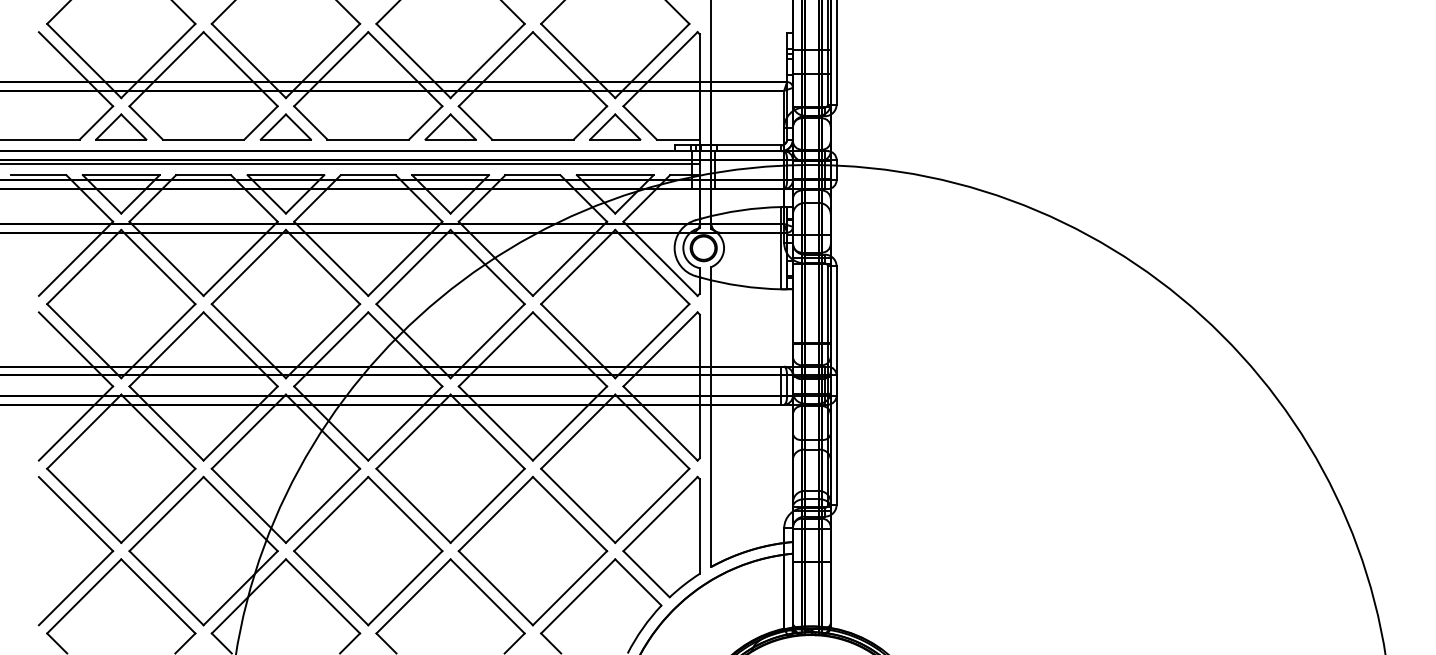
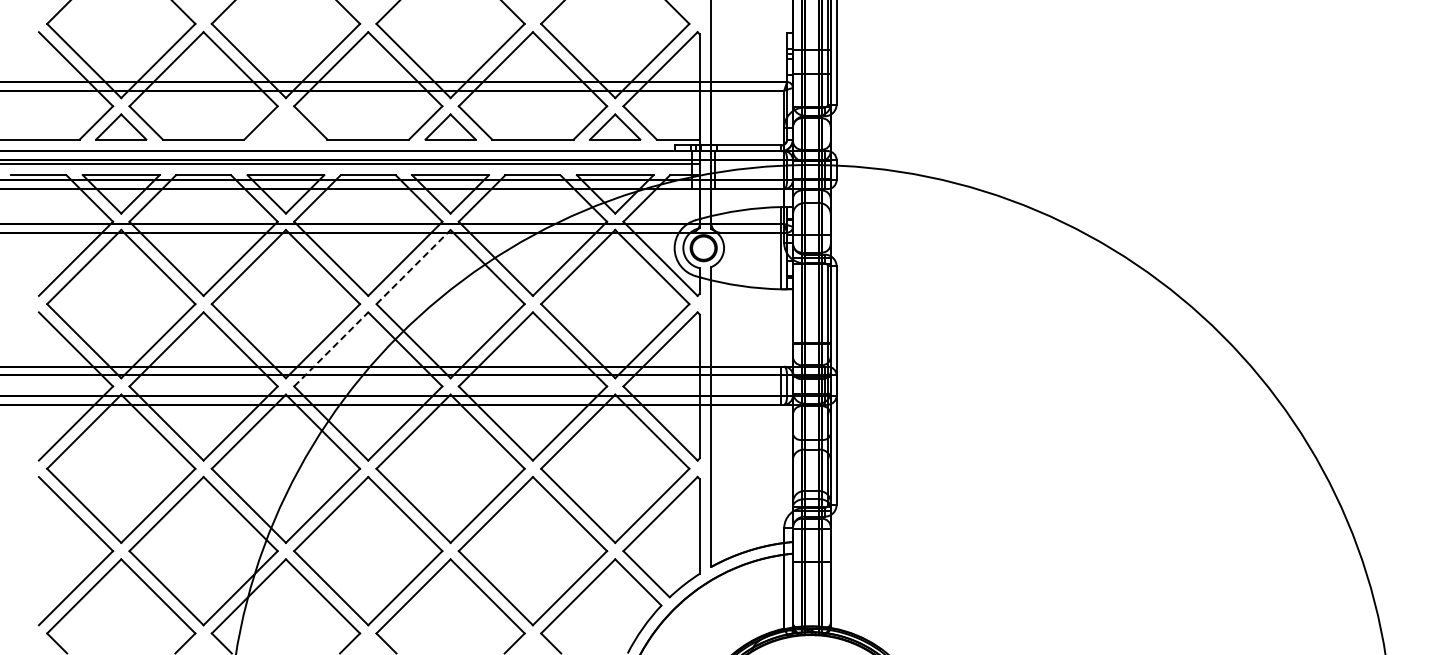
part at (285, 126): present -> none
line at (413, 266): solid -> dashed
line at (331, 349): solid -> dashed
